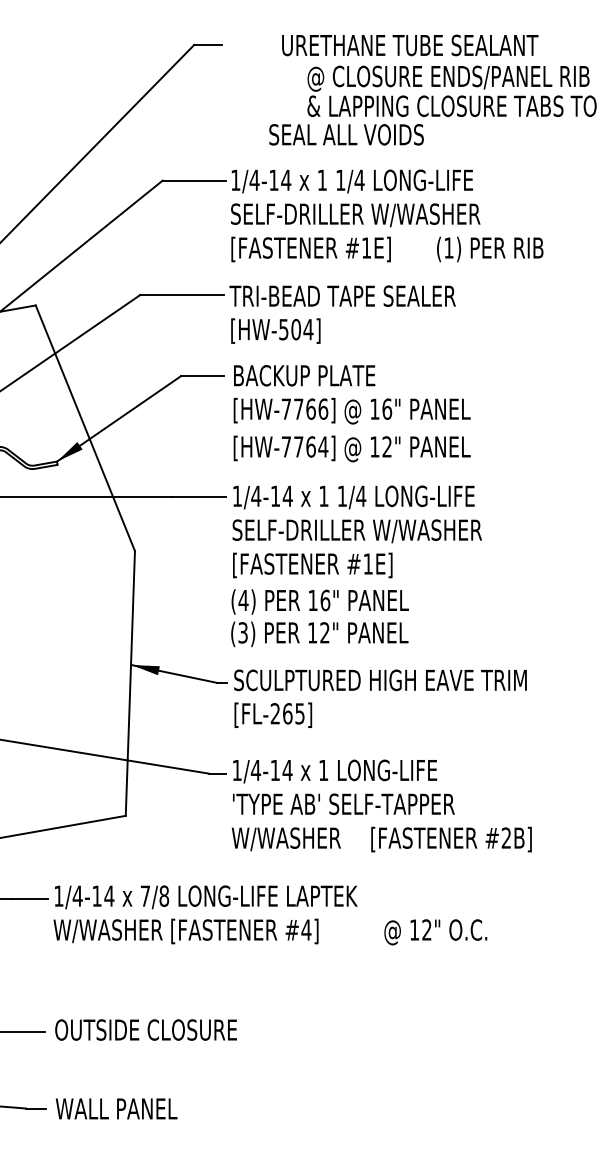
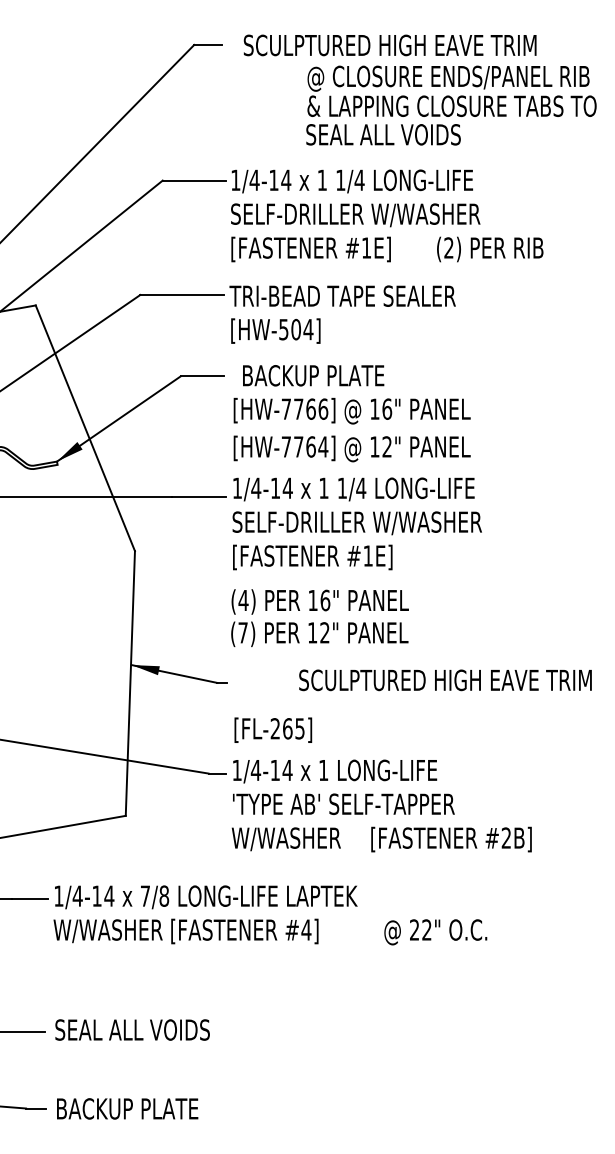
text at (390, 45): URETHANE TUBE SEALANT -> SCULPTURED HIGH EAVE TRIM
text at (346, 134) position: (346, 134) -> (383, 134)
text at (448, 247): (1) -> (2)
text at (304, 375) position: (304, 375) -> (313, 375)
text at (356, 531) position: (356, 531) -> (356, 523)
text at (242, 632): (3) -> (7)
text at (380, 680) position: (380, 680) -> (445, 680)
text at (273, 714) position: (273, 714) -> (273, 729)
text at (414, 929): 12" -> 22"
text at (145, 1029): OUTSIDE CLOSURE -> SEAL ALL VOIDS
text at (126, 1108): WALL PANEL -> BACKUP PLATE
